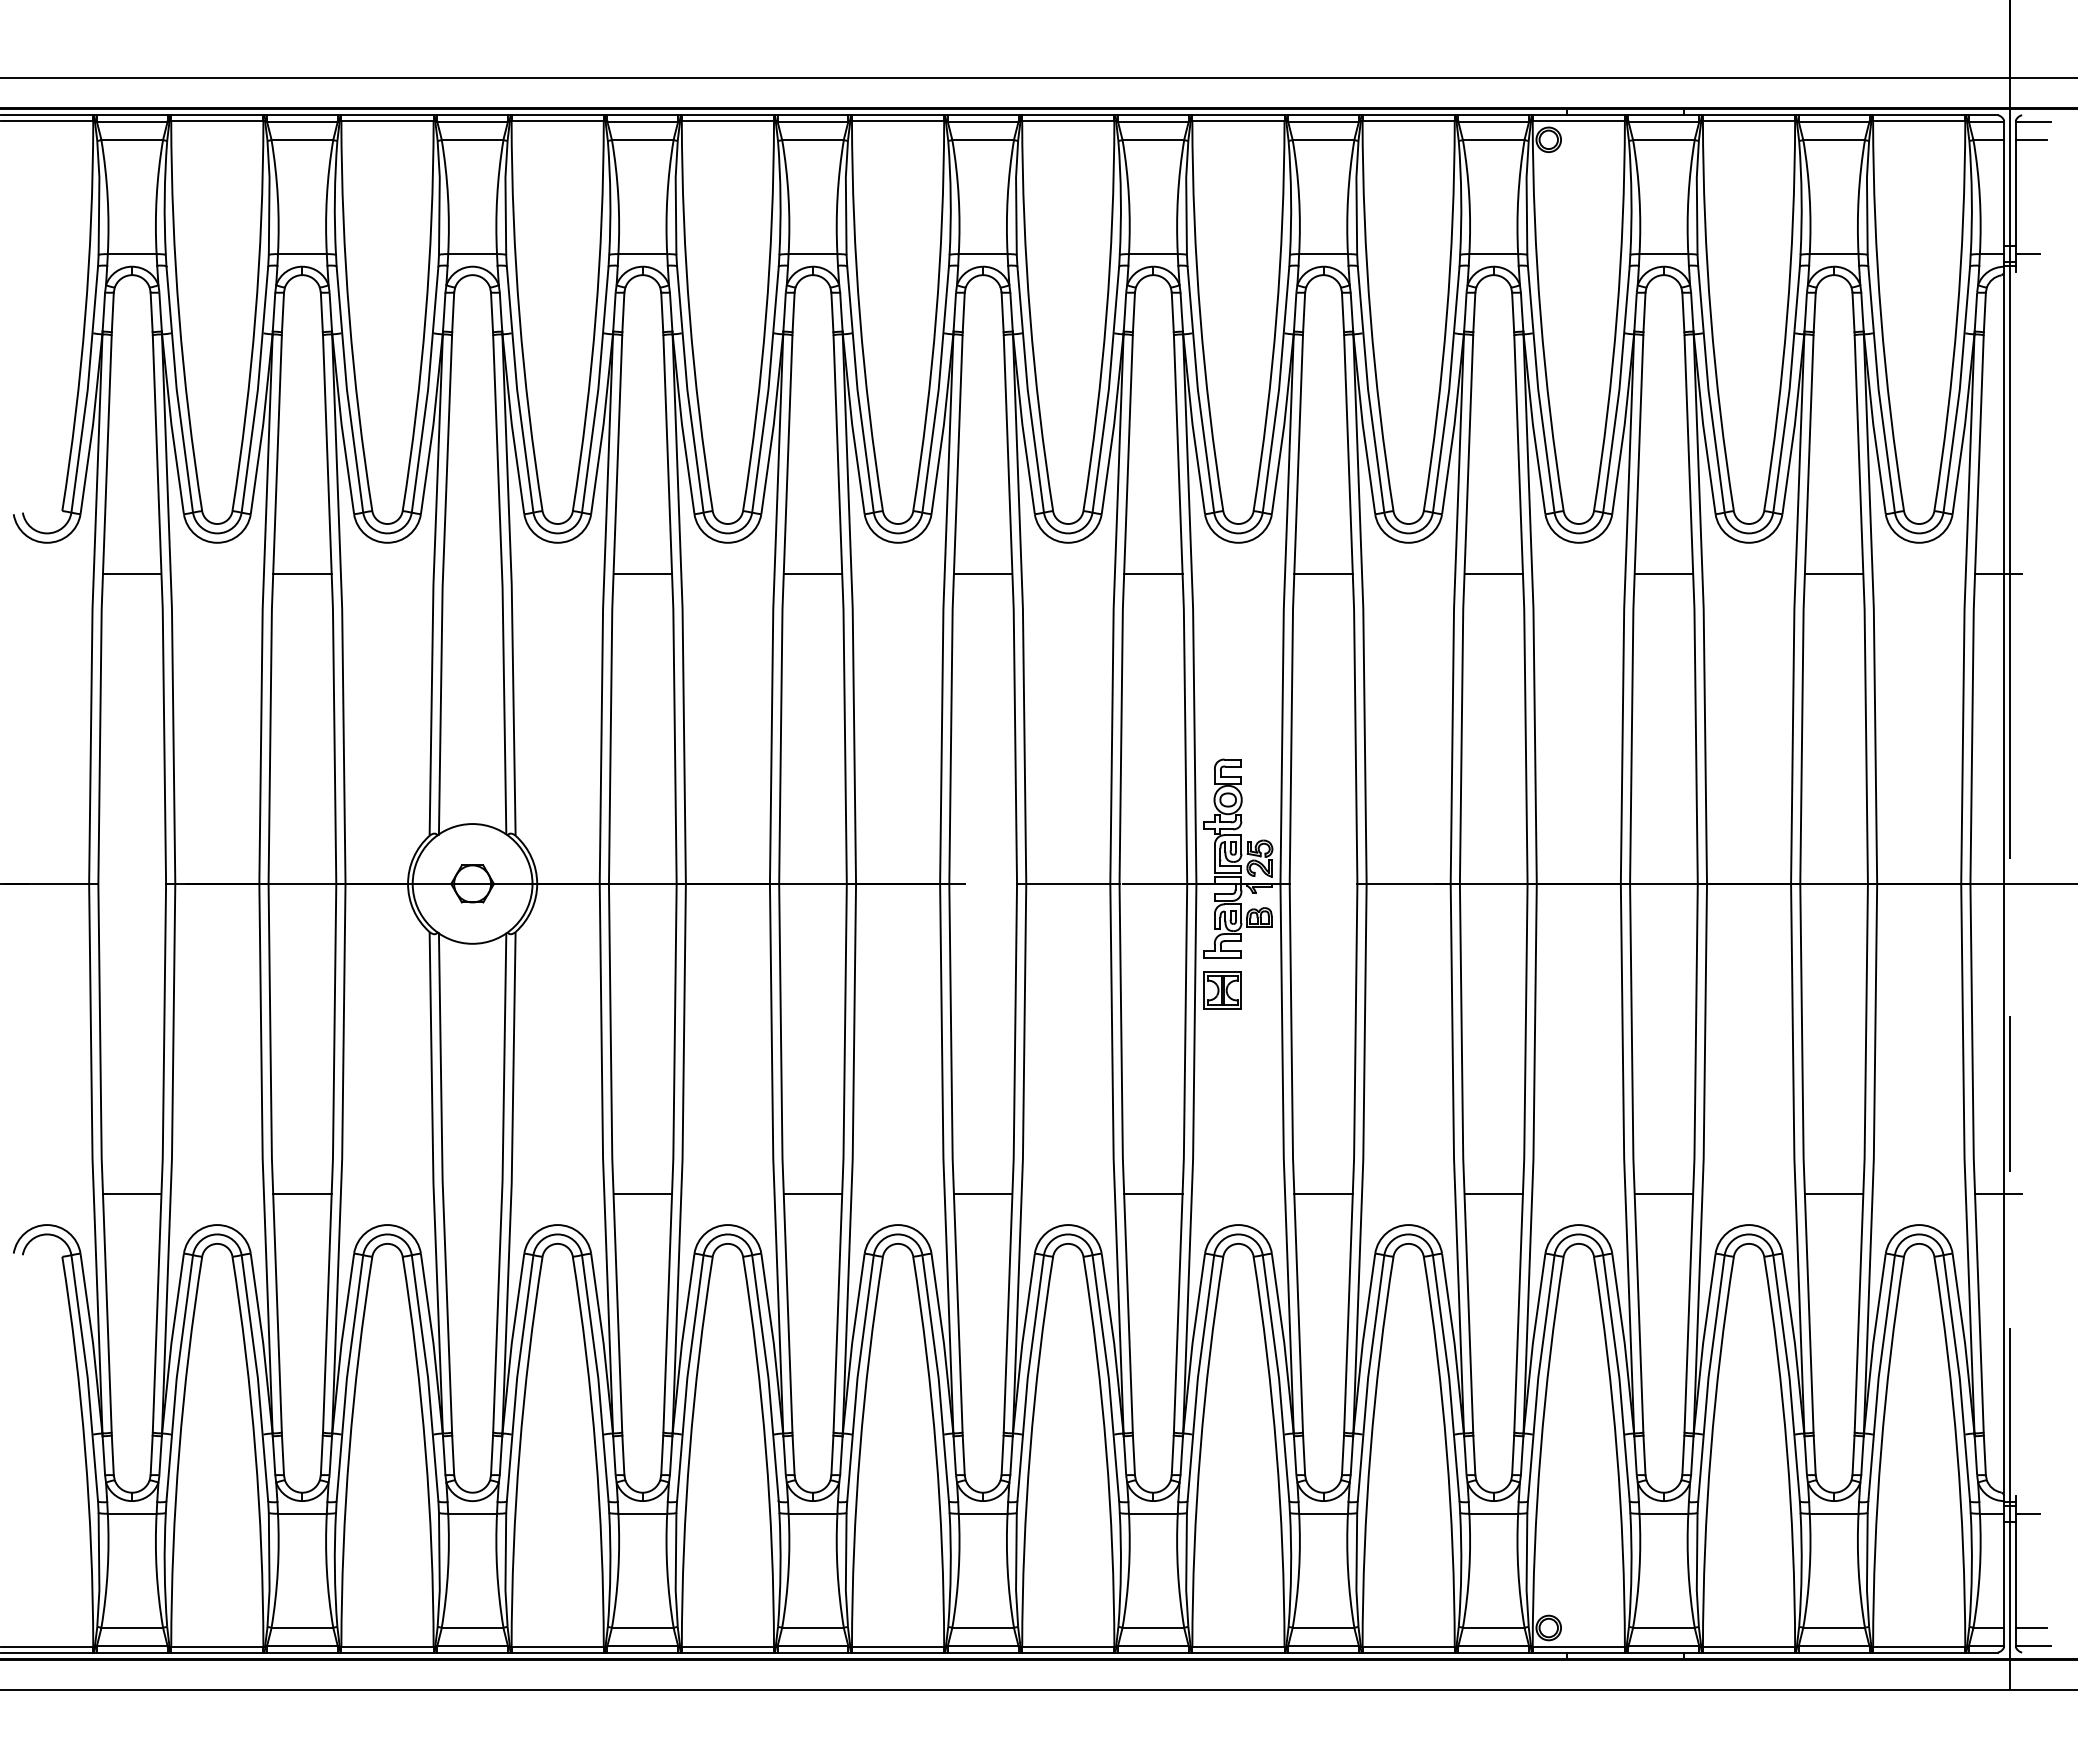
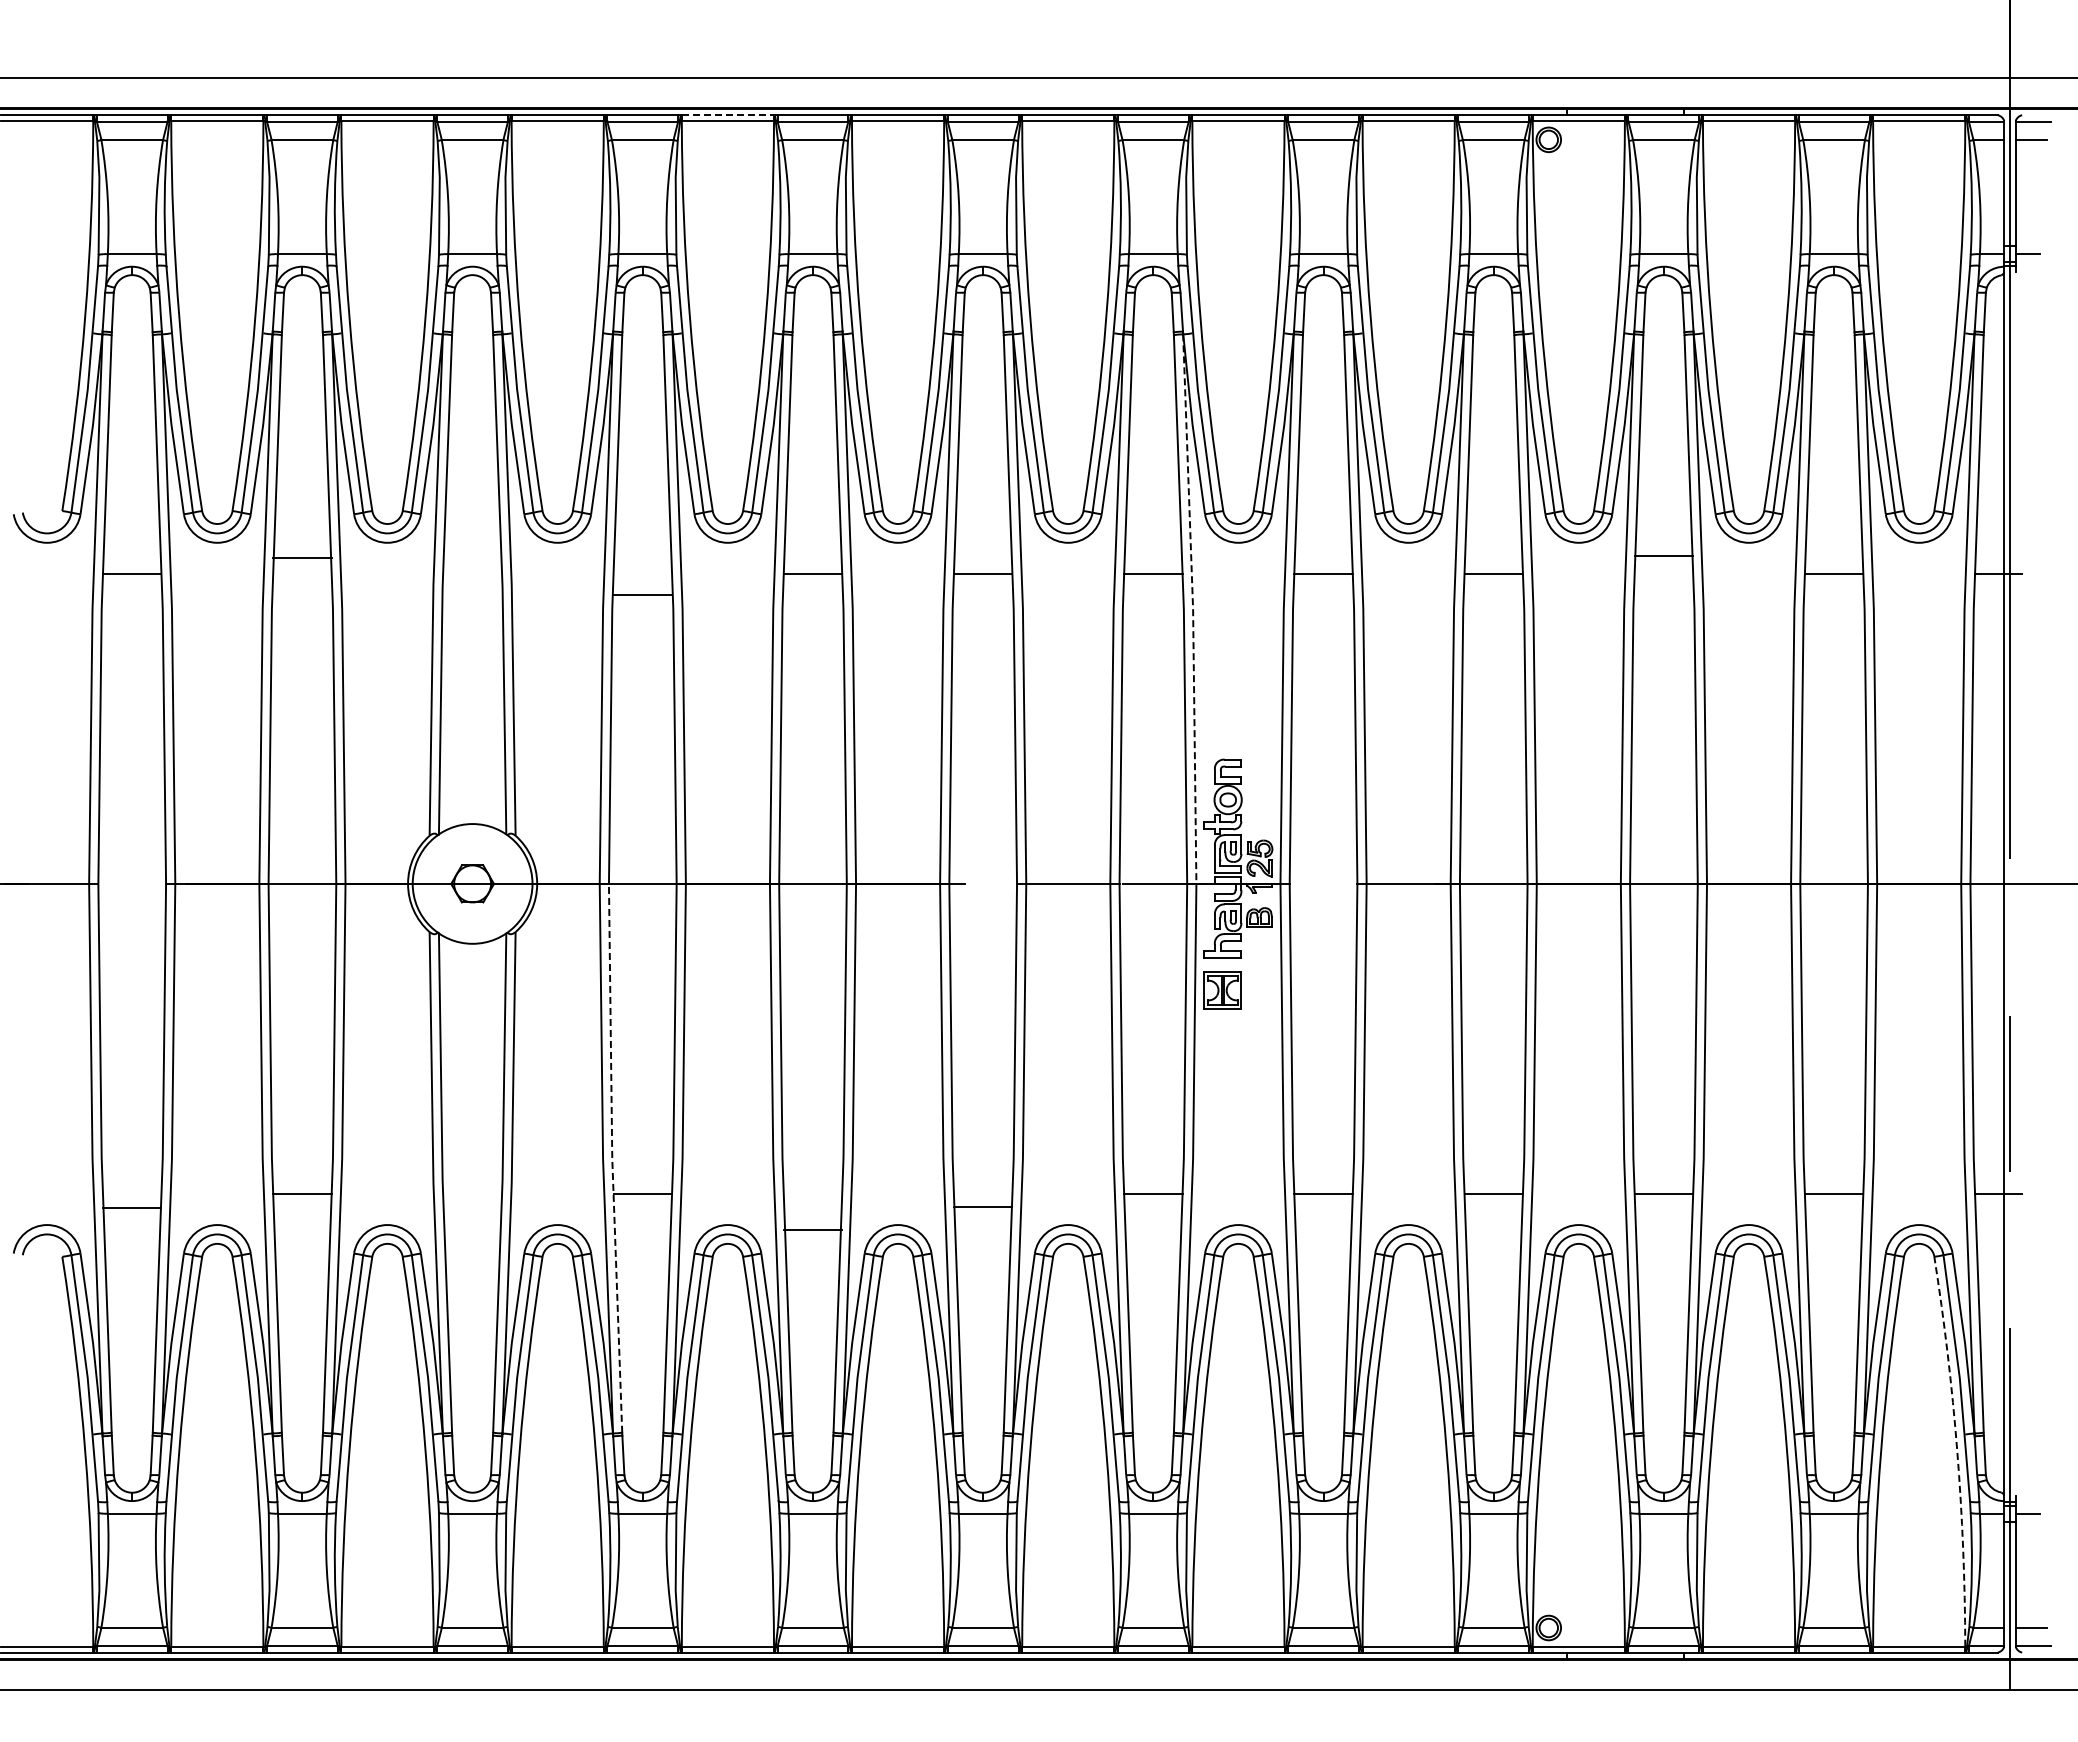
line at (728, 115): solid -> dashed
line at (302, 573) position: (302, 573) -> (302, 557)
line at (642, 573) position: (642, 573) -> (642, 594)
line at (1663, 573) position: (1663, 573) -> (1663, 555)
line at (1193, 608): solid -> dashed
line at (612, 1158): solid -> dashed
line at (132, 1194) position: (132, 1194) -> (132, 1208)
line at (812, 1194) position: (812, 1194) -> (812, 1230)
line at (982, 1194) position: (982, 1194) -> (982, 1207)
arc at (1957, 1451): solid -> dashed
